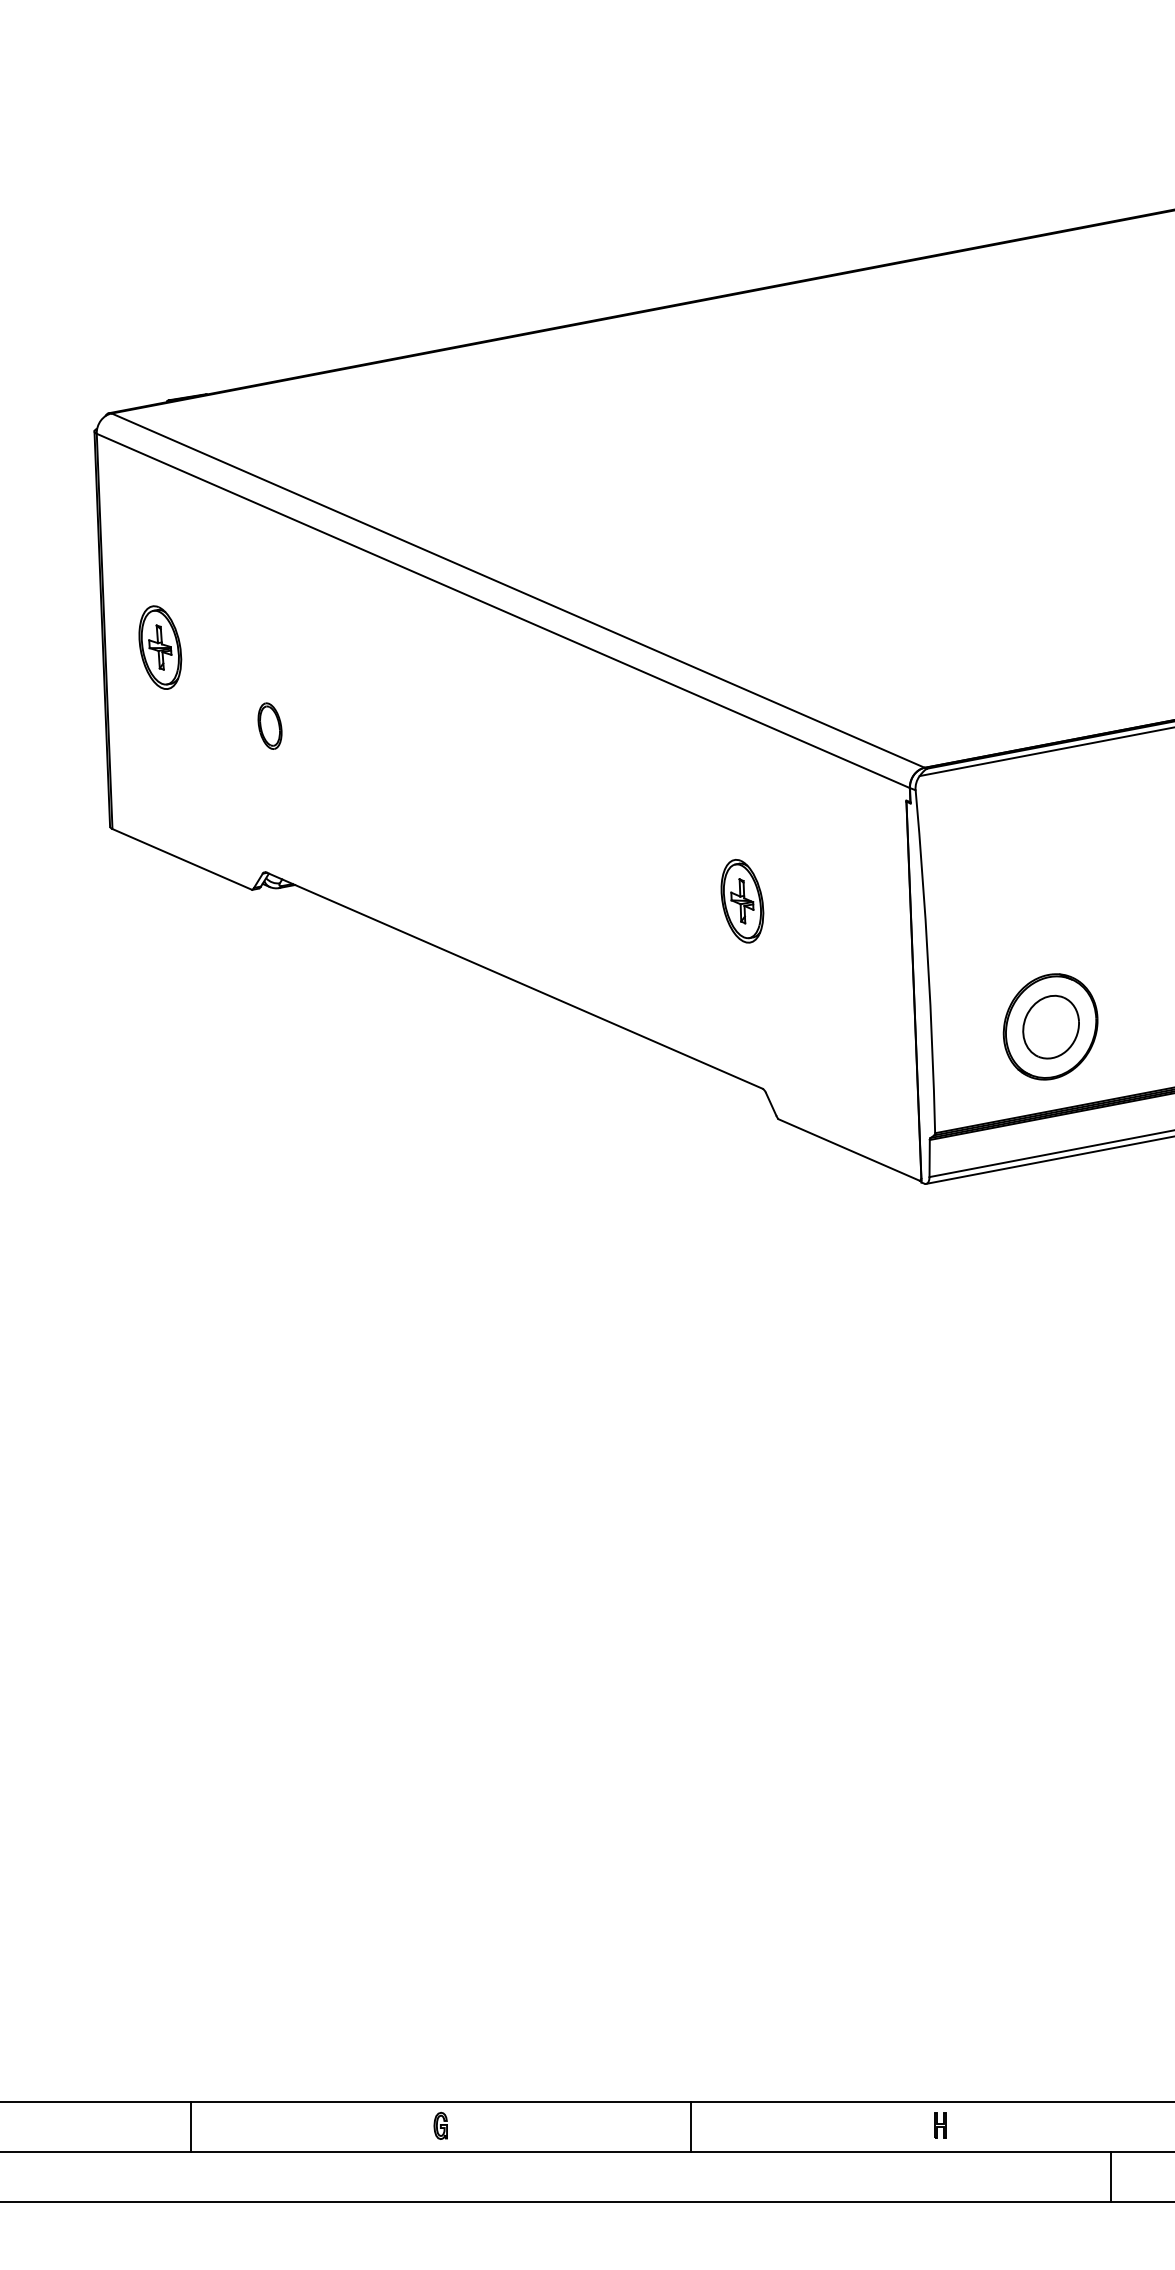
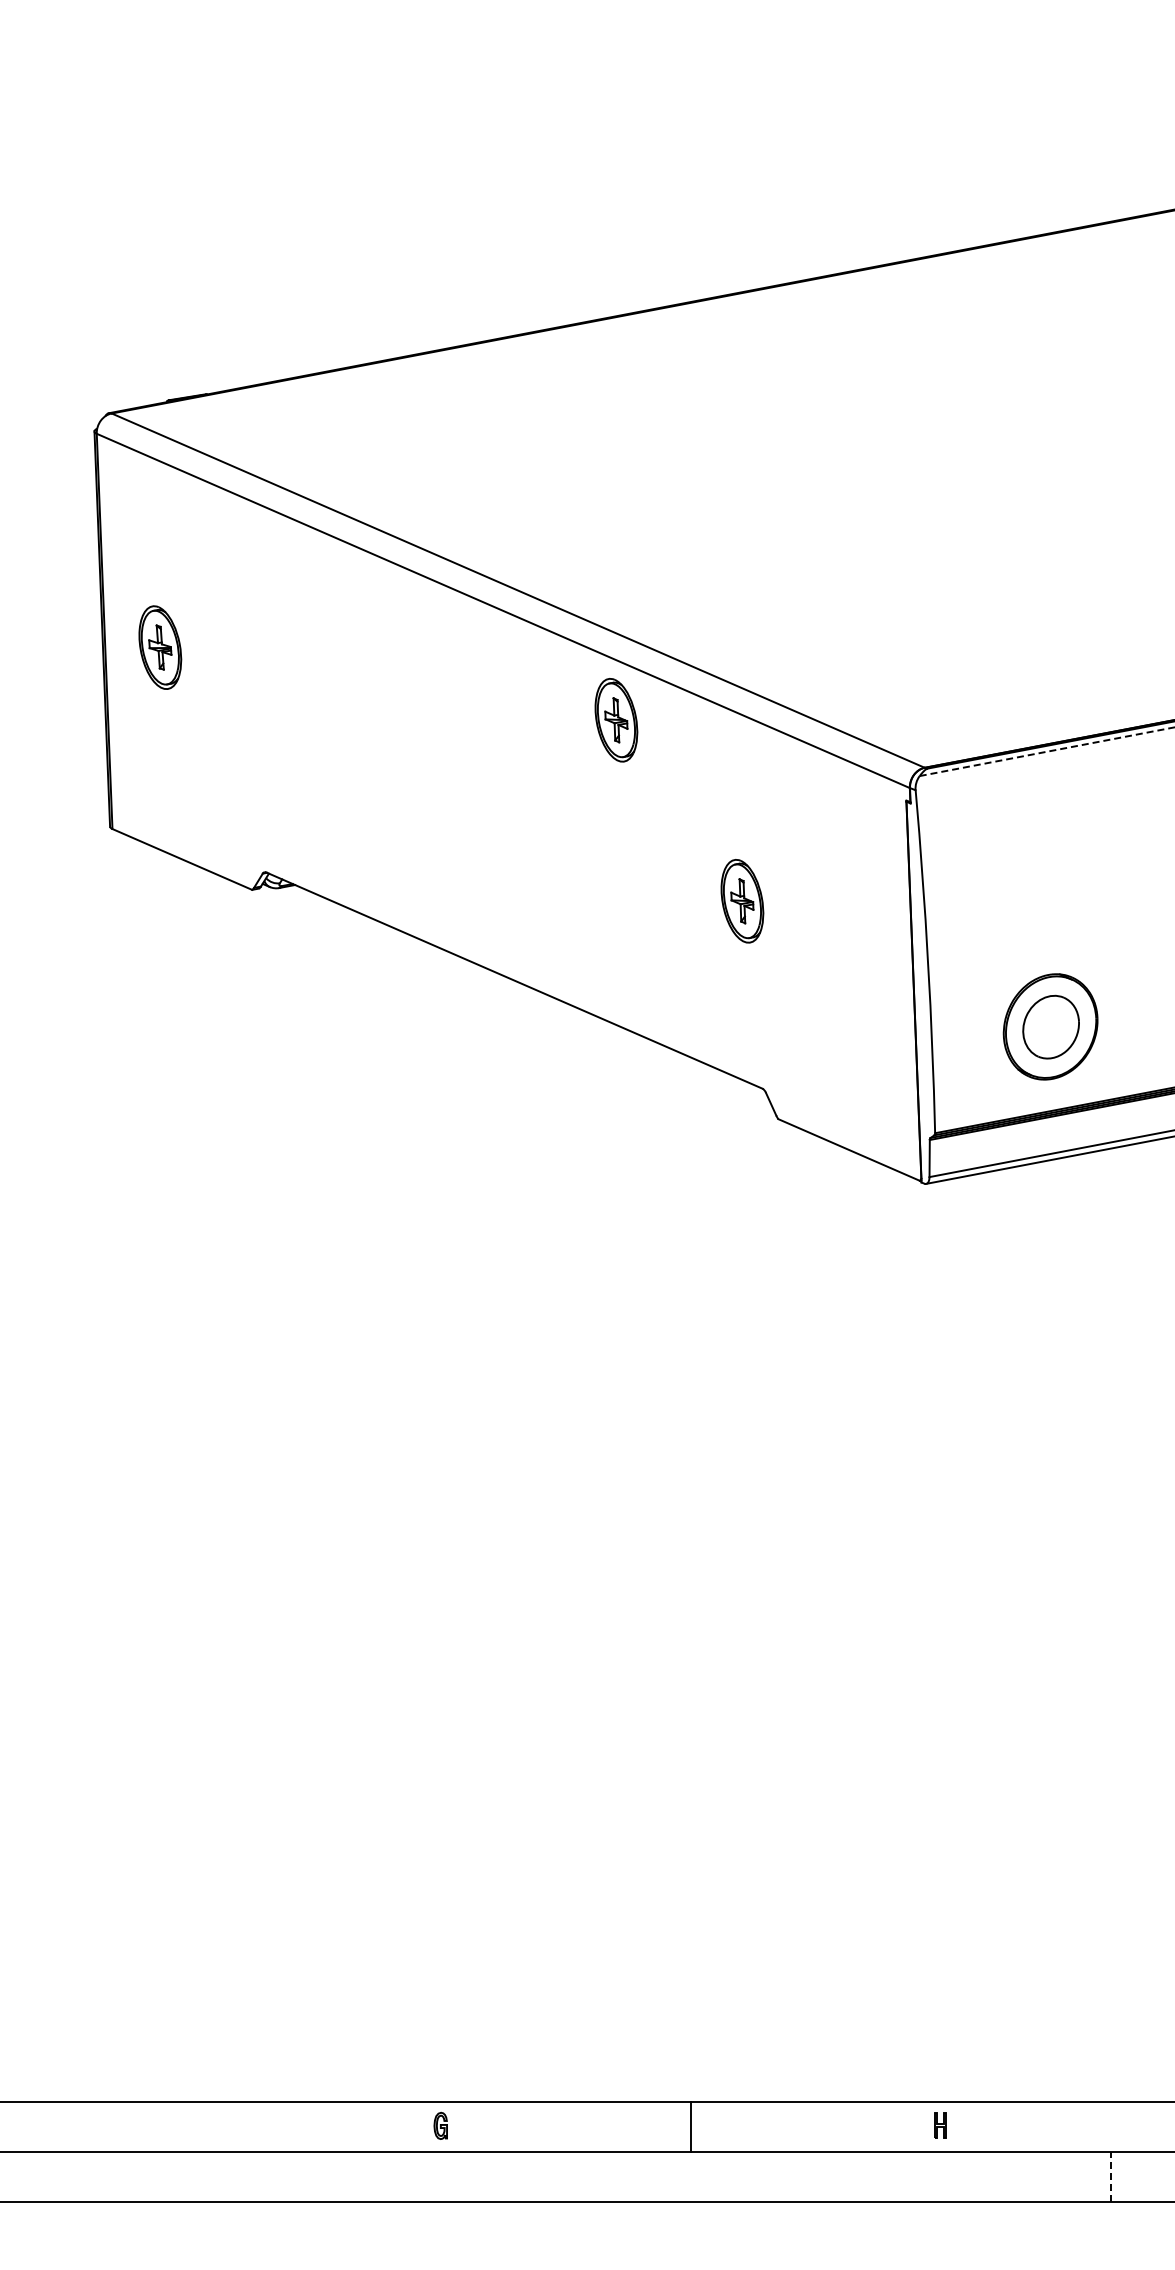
part at (616, 720): none -> present
part at (269, 725): present -> none
line at (1047, 751): solid -> dashed
line at (191, 2126): present -> none
line at (1110, 2176): solid -> dashed
